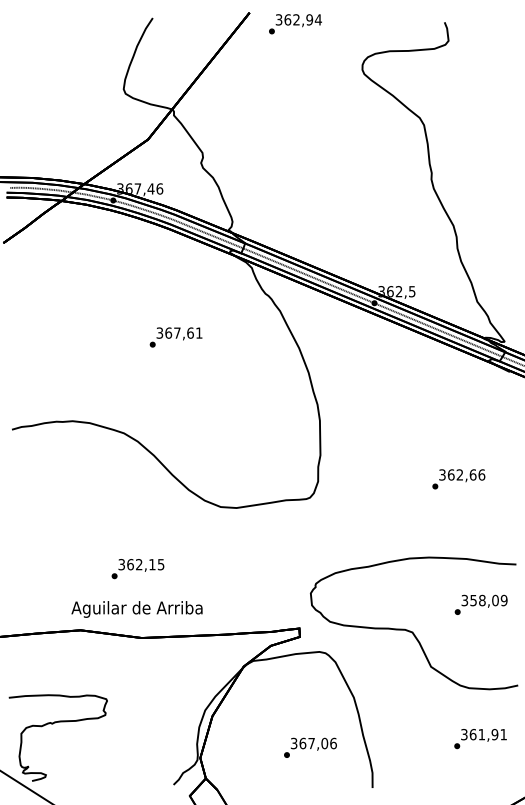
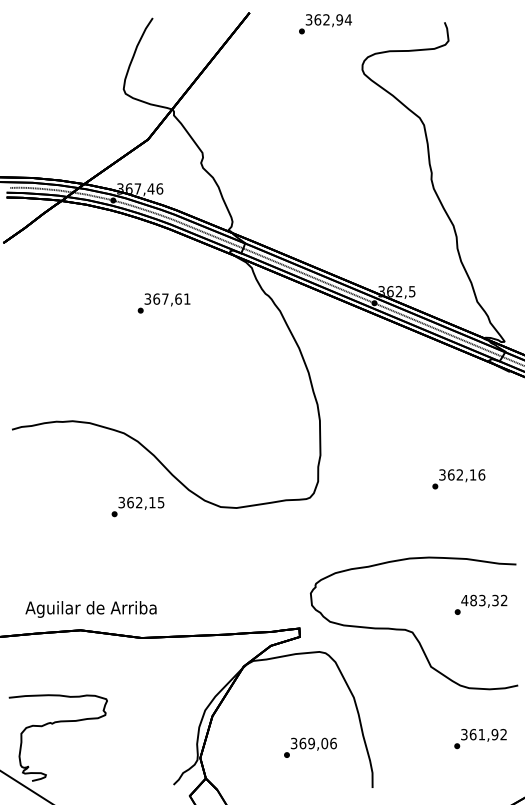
text at (295, 24) position: (295, 24) -> (325, 24)
text at (175, 337) position: (175, 337) -> (163, 303)
text at (472, 474): 362,66 -> 362,16
text at (137, 569) position: (137, 569) -> (137, 507)
text at (484, 600): 358,09 -> 483,32
text at (136, 609) position: (136, 609) -> (90, 609)
text at (503, 734): 361,91 -> 361,92
text at (311, 743): 367,06 -> 369,06
